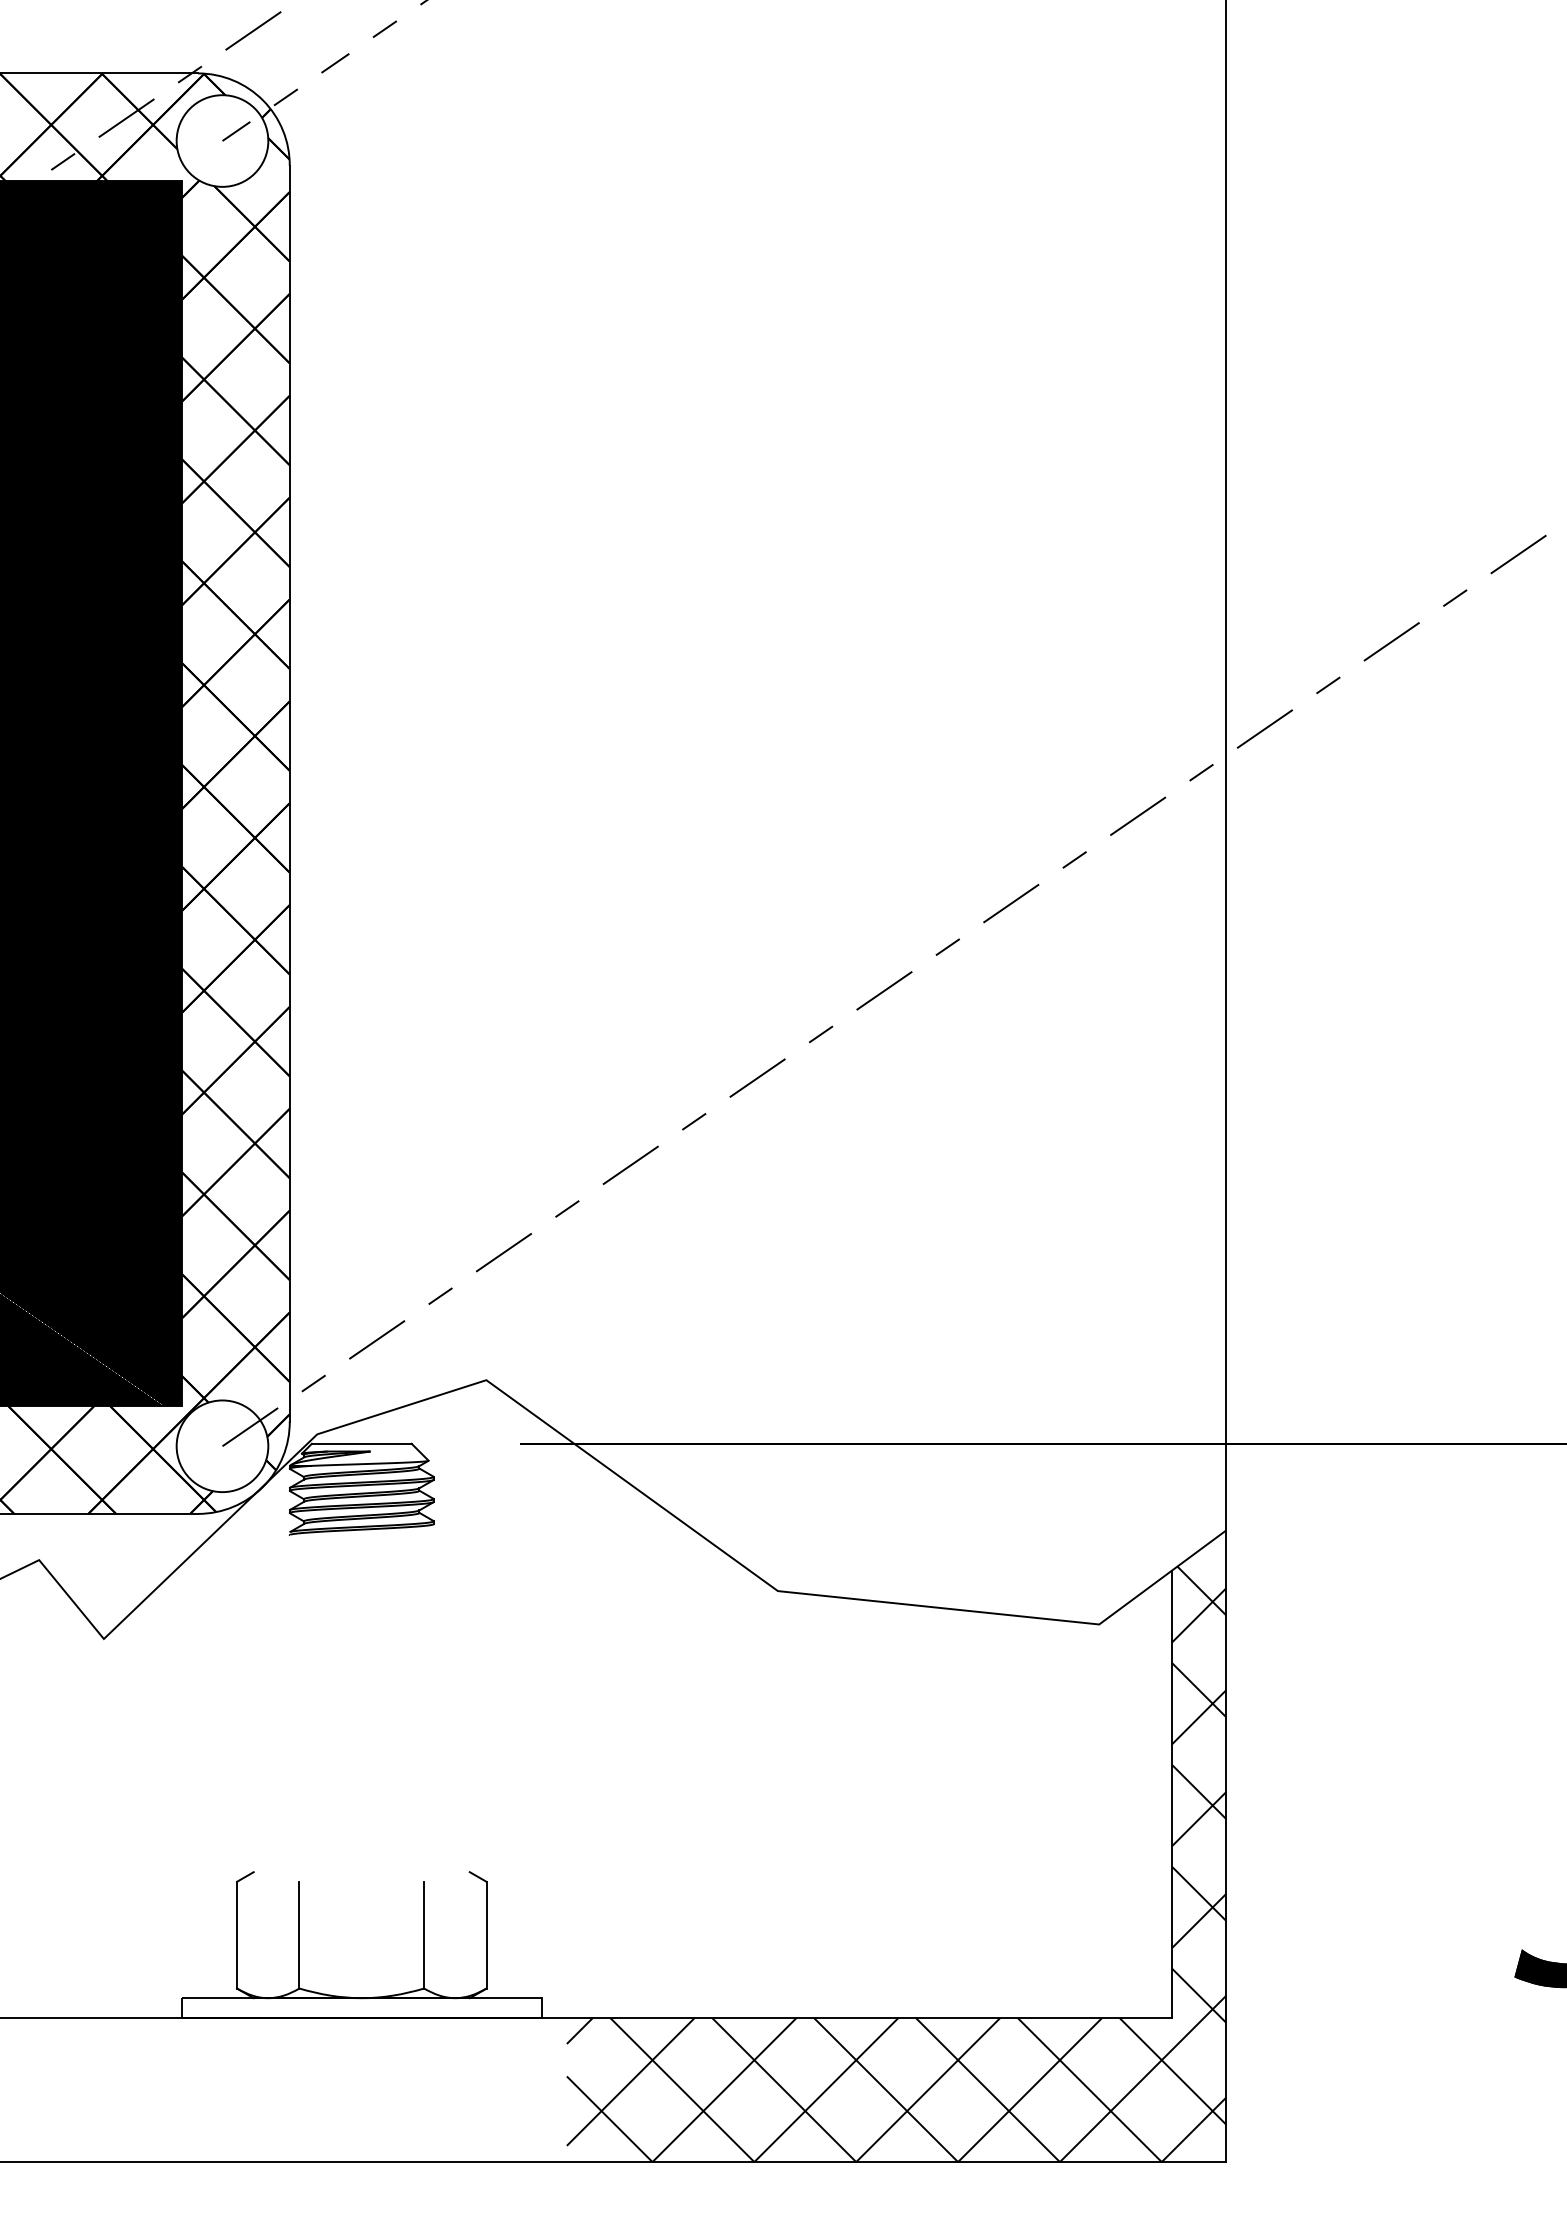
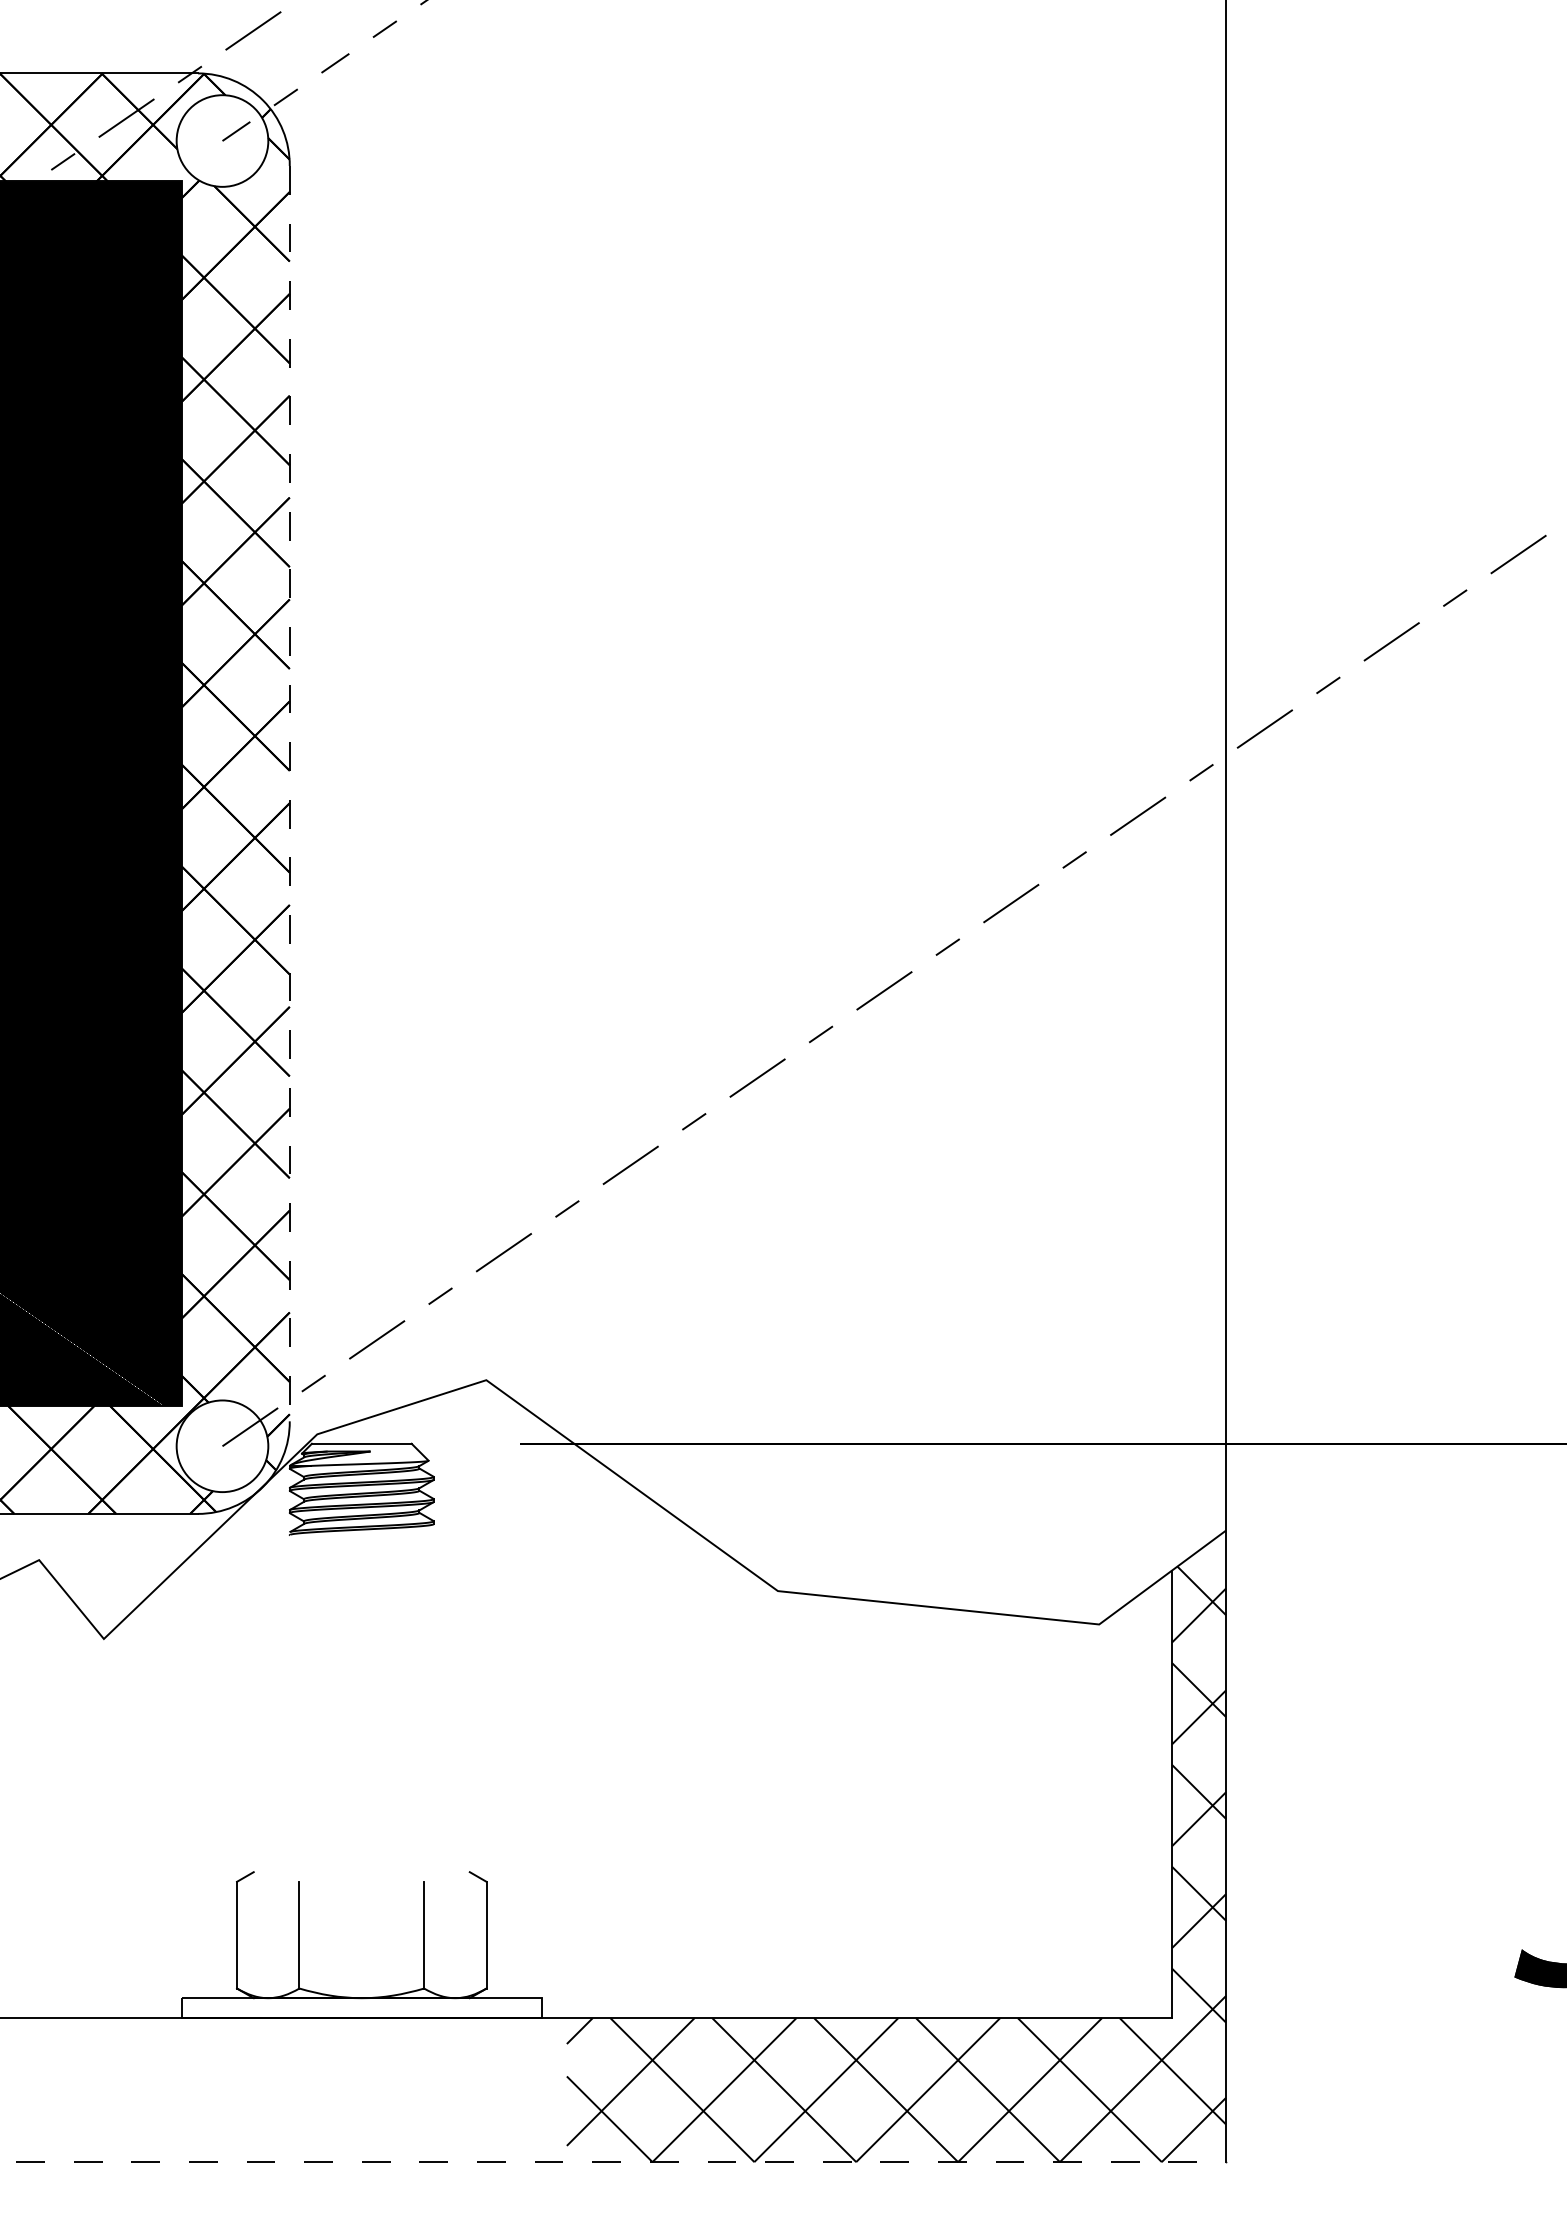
line at (289, 794): solid -> dashed
line at (613, 2162): solid -> dashed
